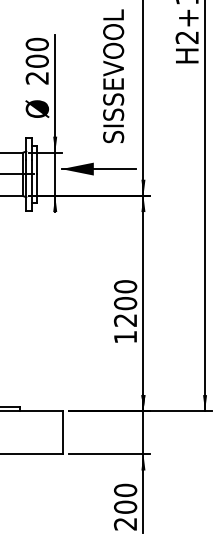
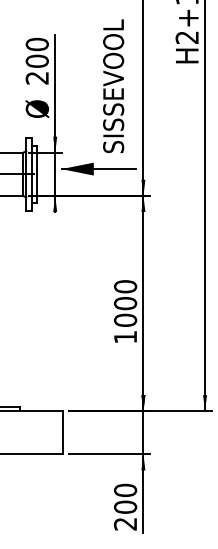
text at (113, 76) position: (113, 76) -> (113, 86)
text at (125, 319): 1200 -> 1000
